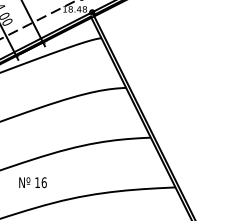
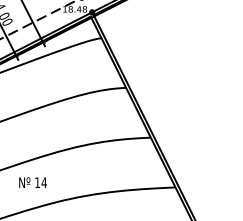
text at (43, 182): 16 -> 14
